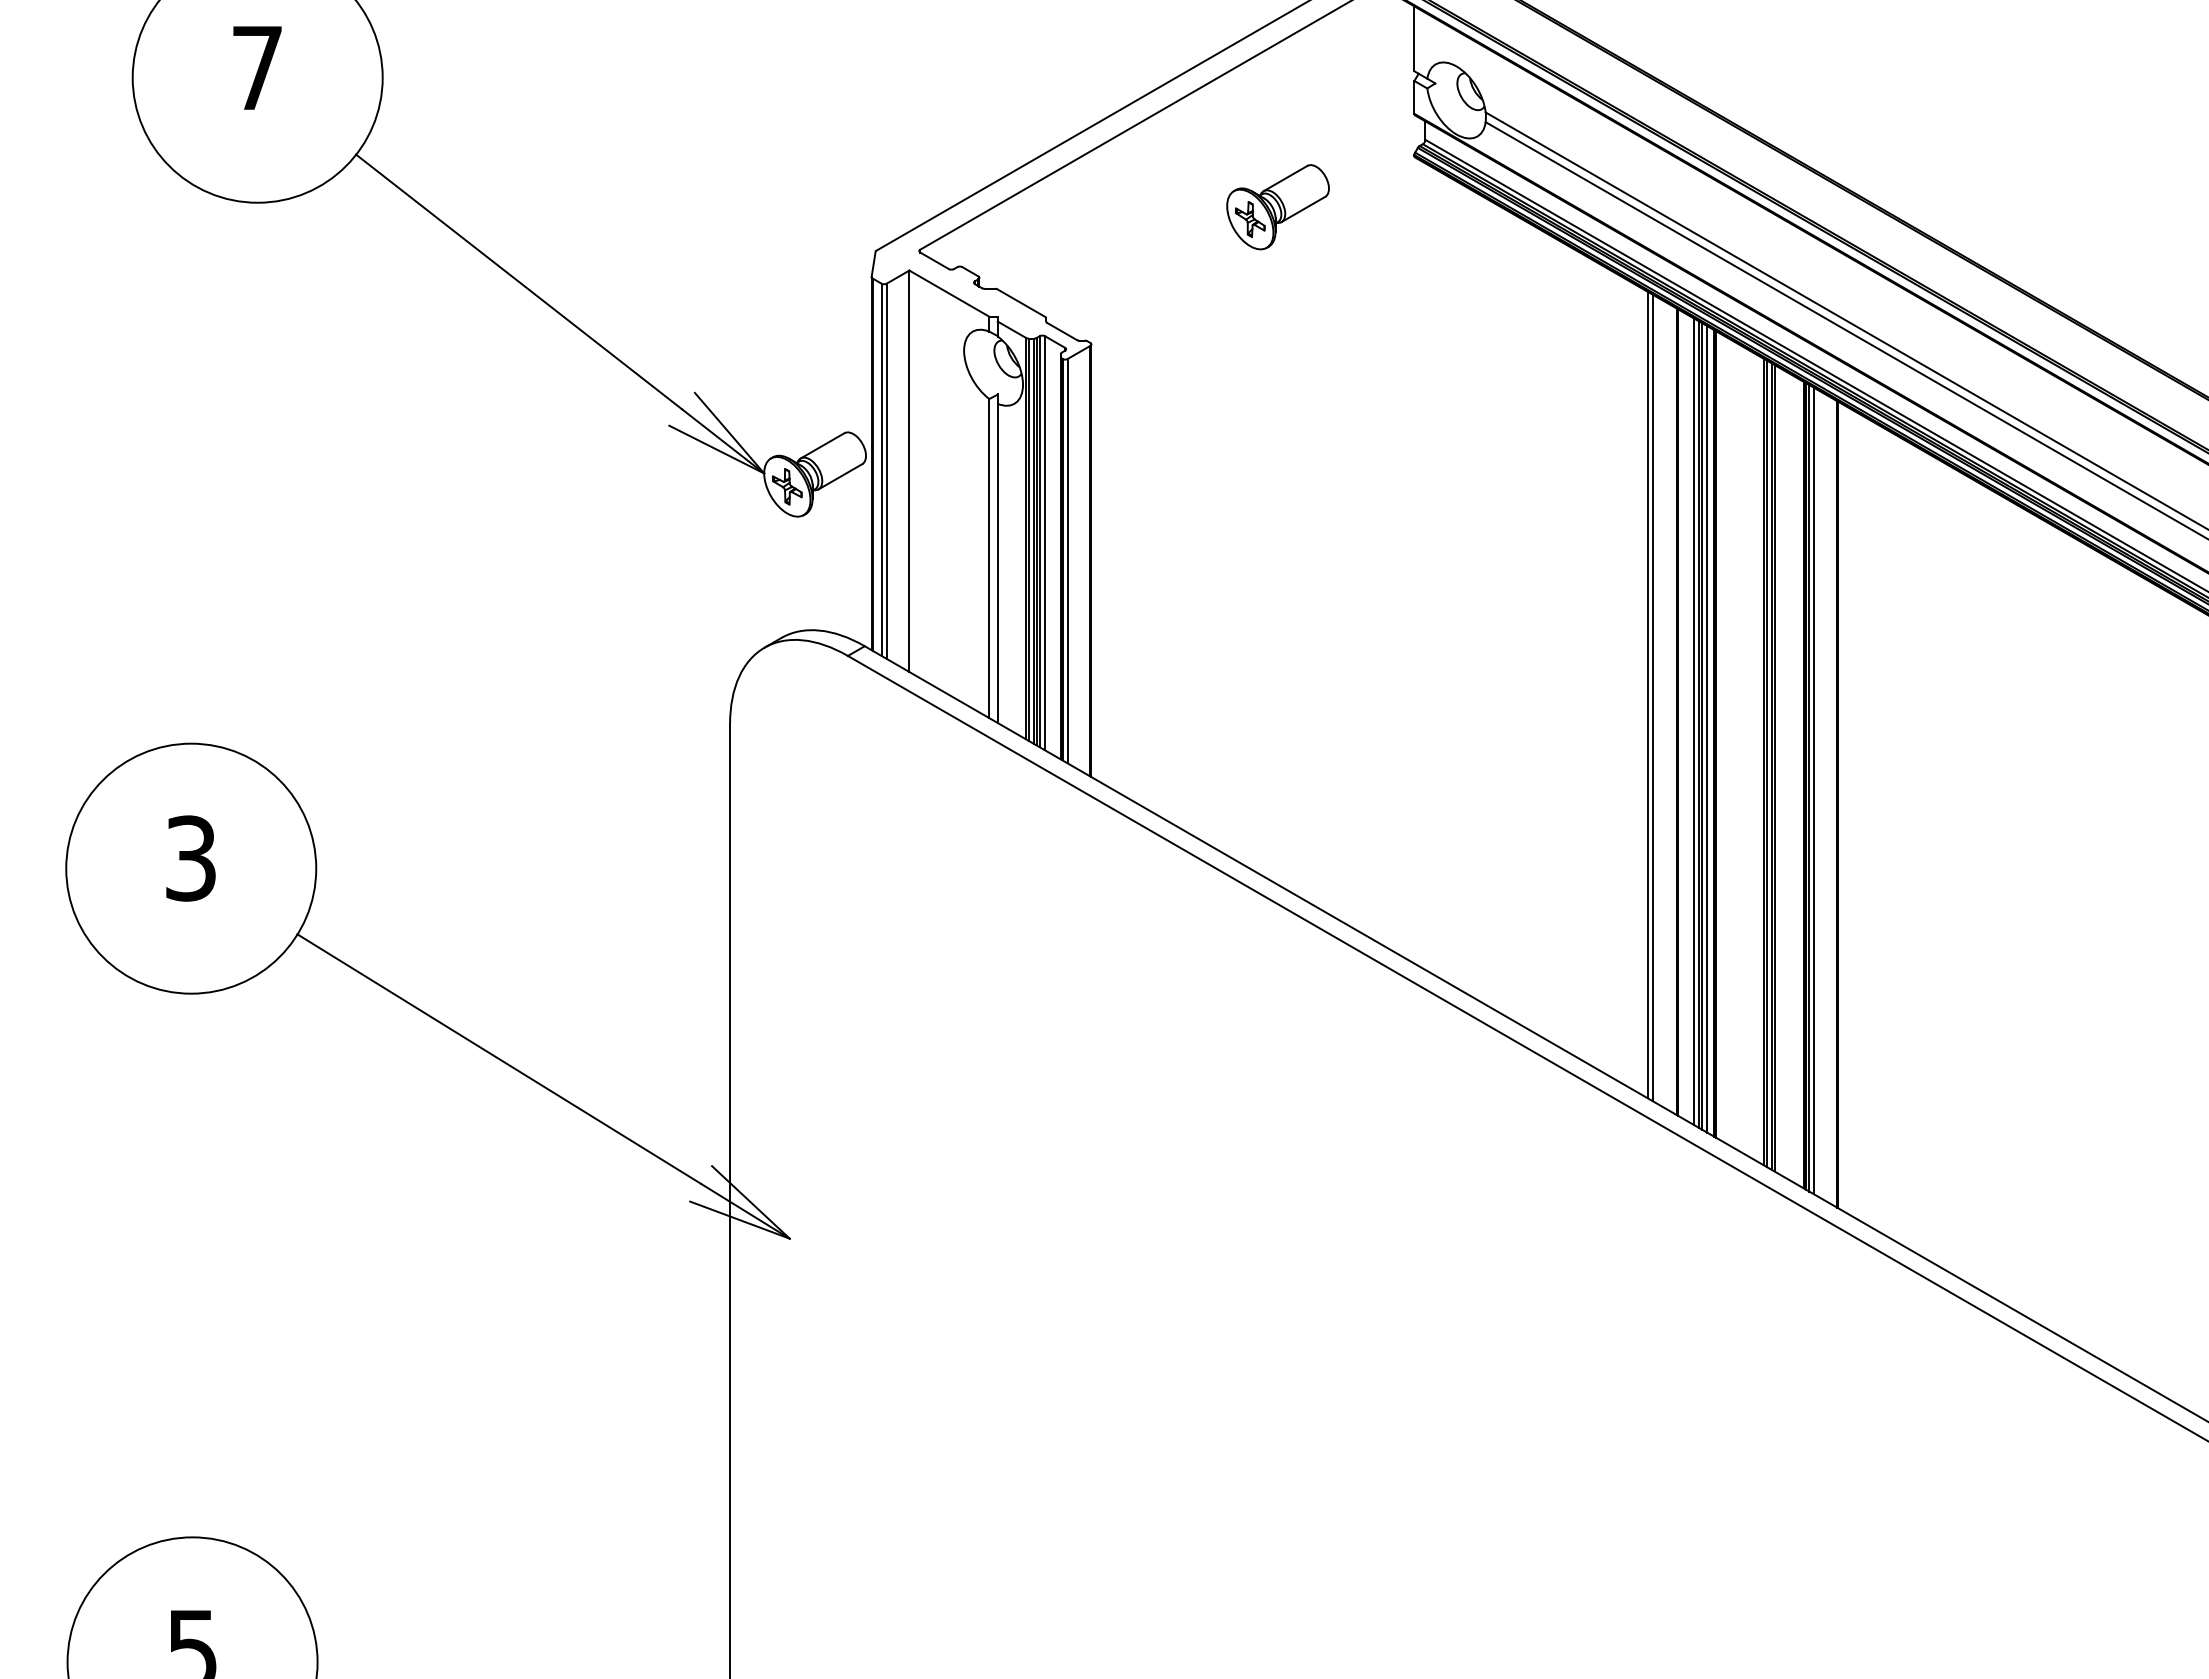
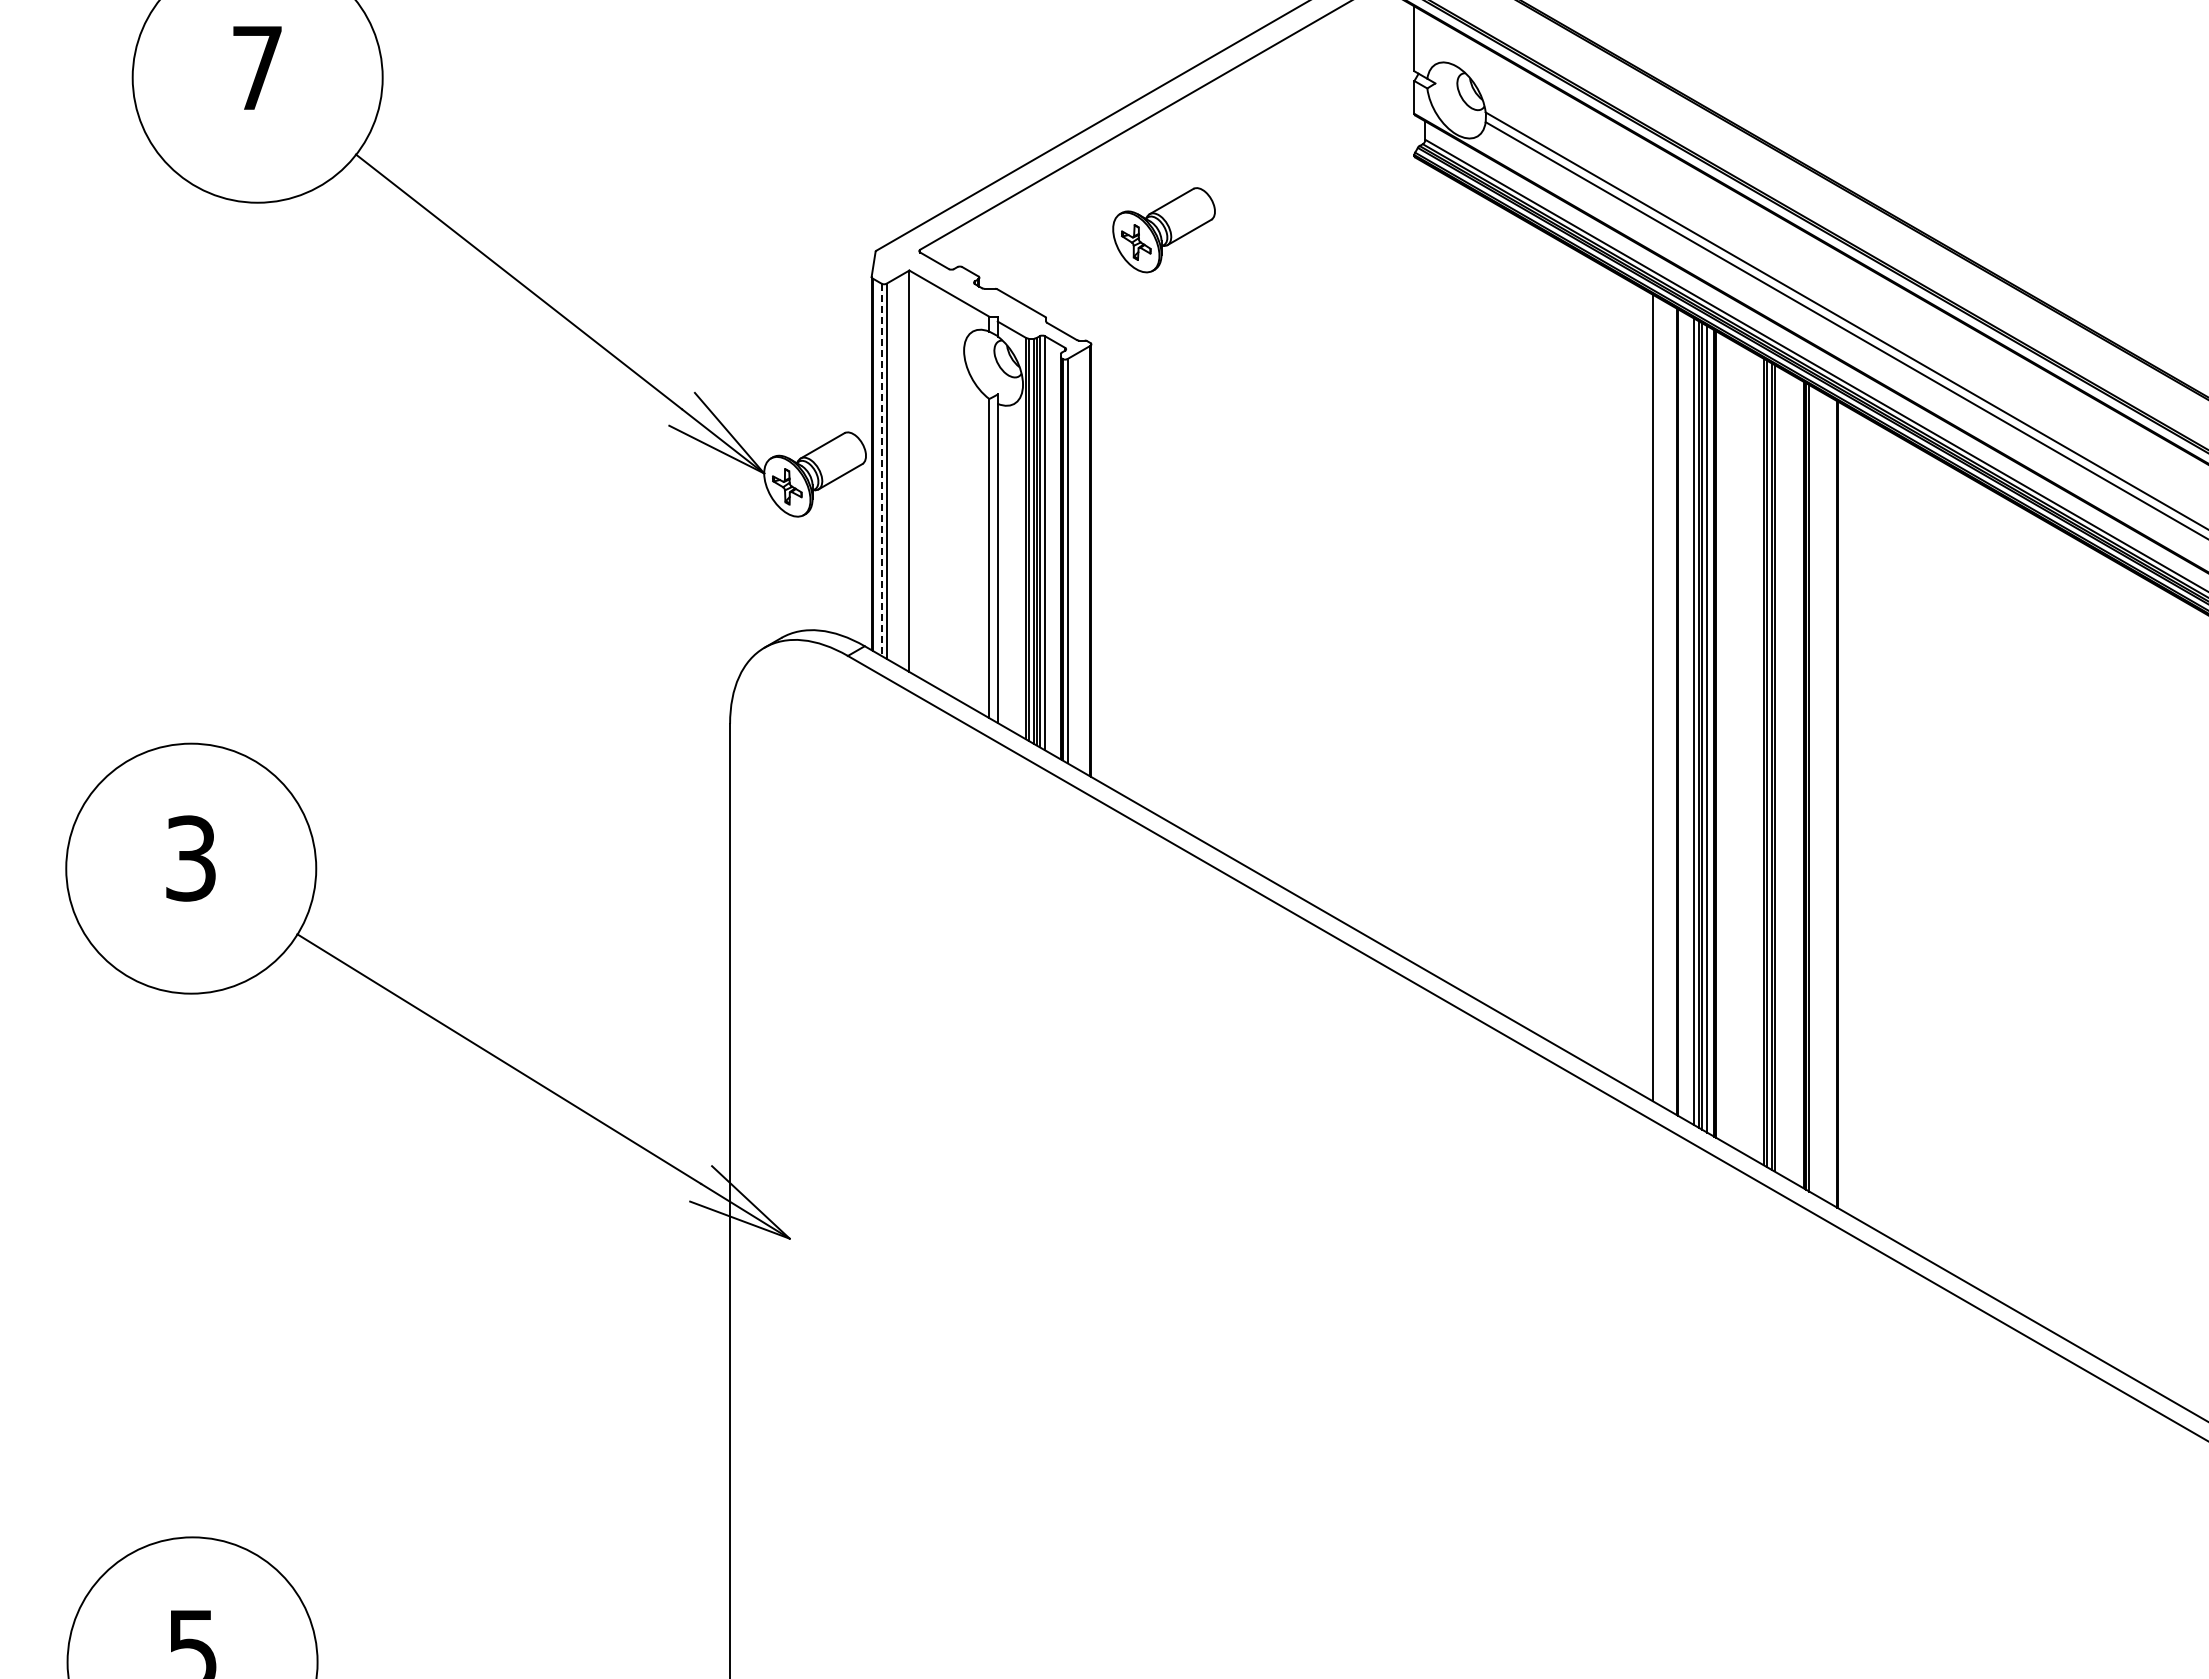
part at (1277, 207) position: (1277, 207) -> (1163, 230)
line at (881, 470): solid -> dashed
line at (1647, 694): present -> none
line at (1814, 790): present -> none
